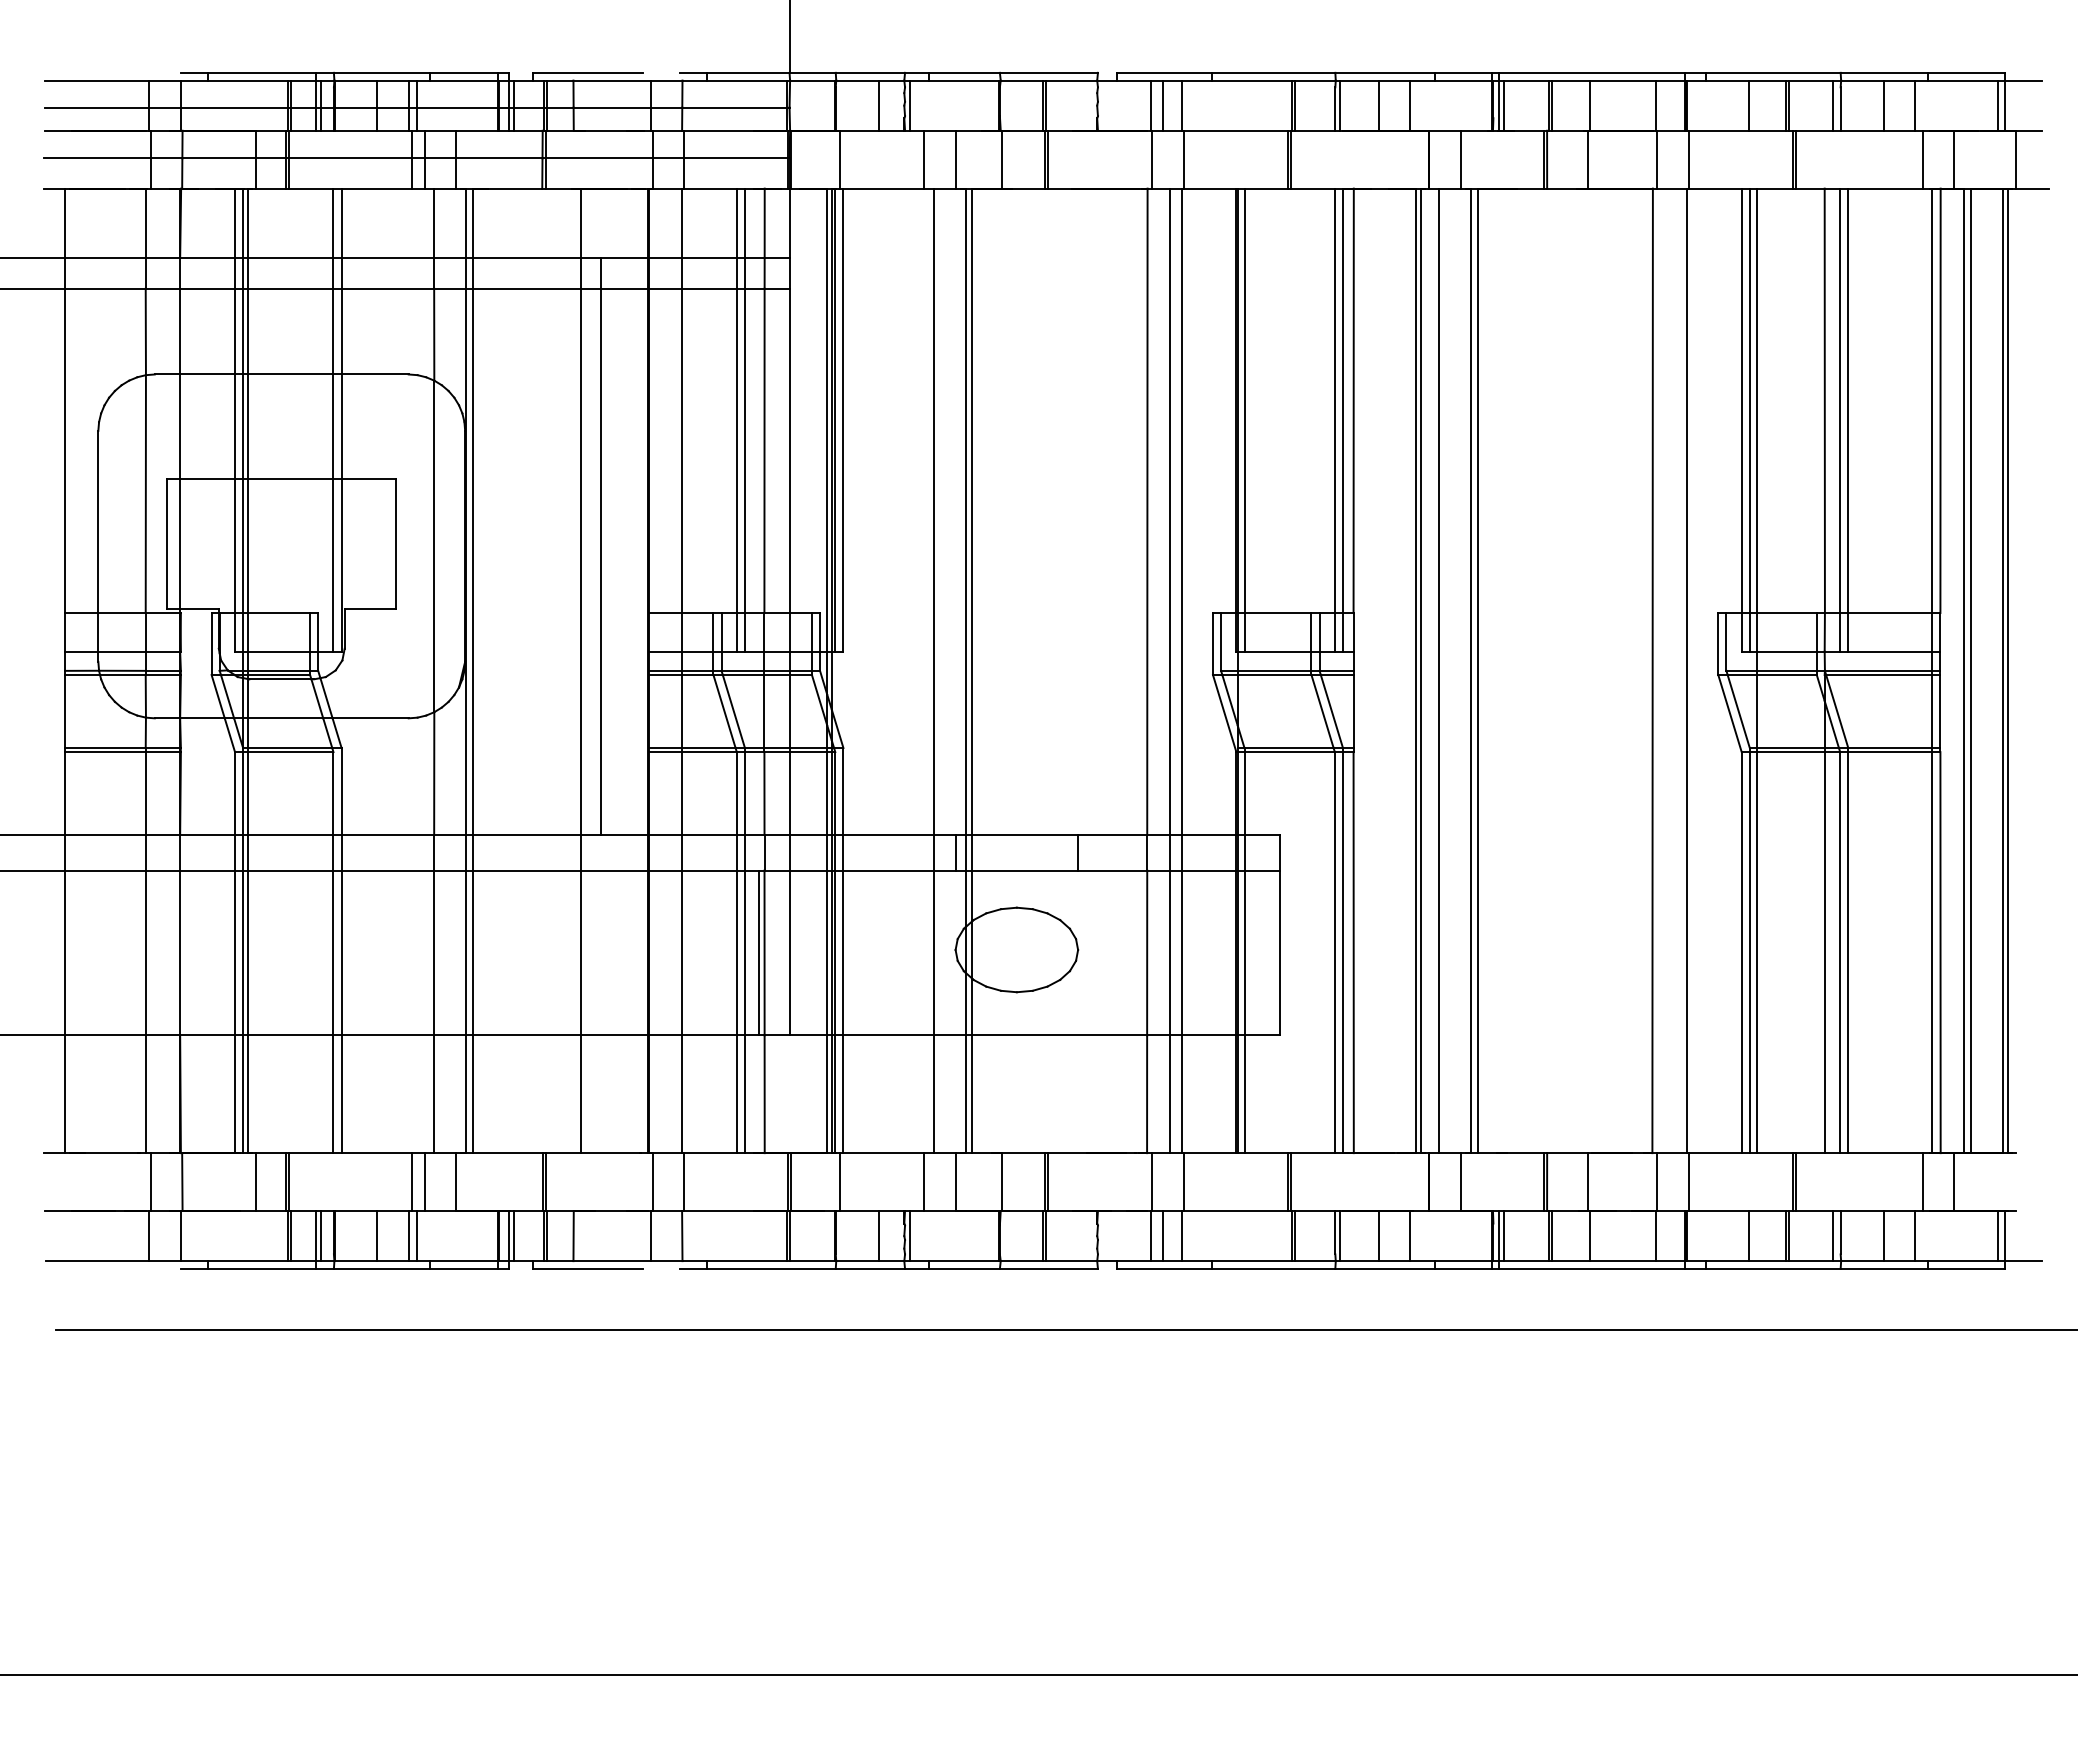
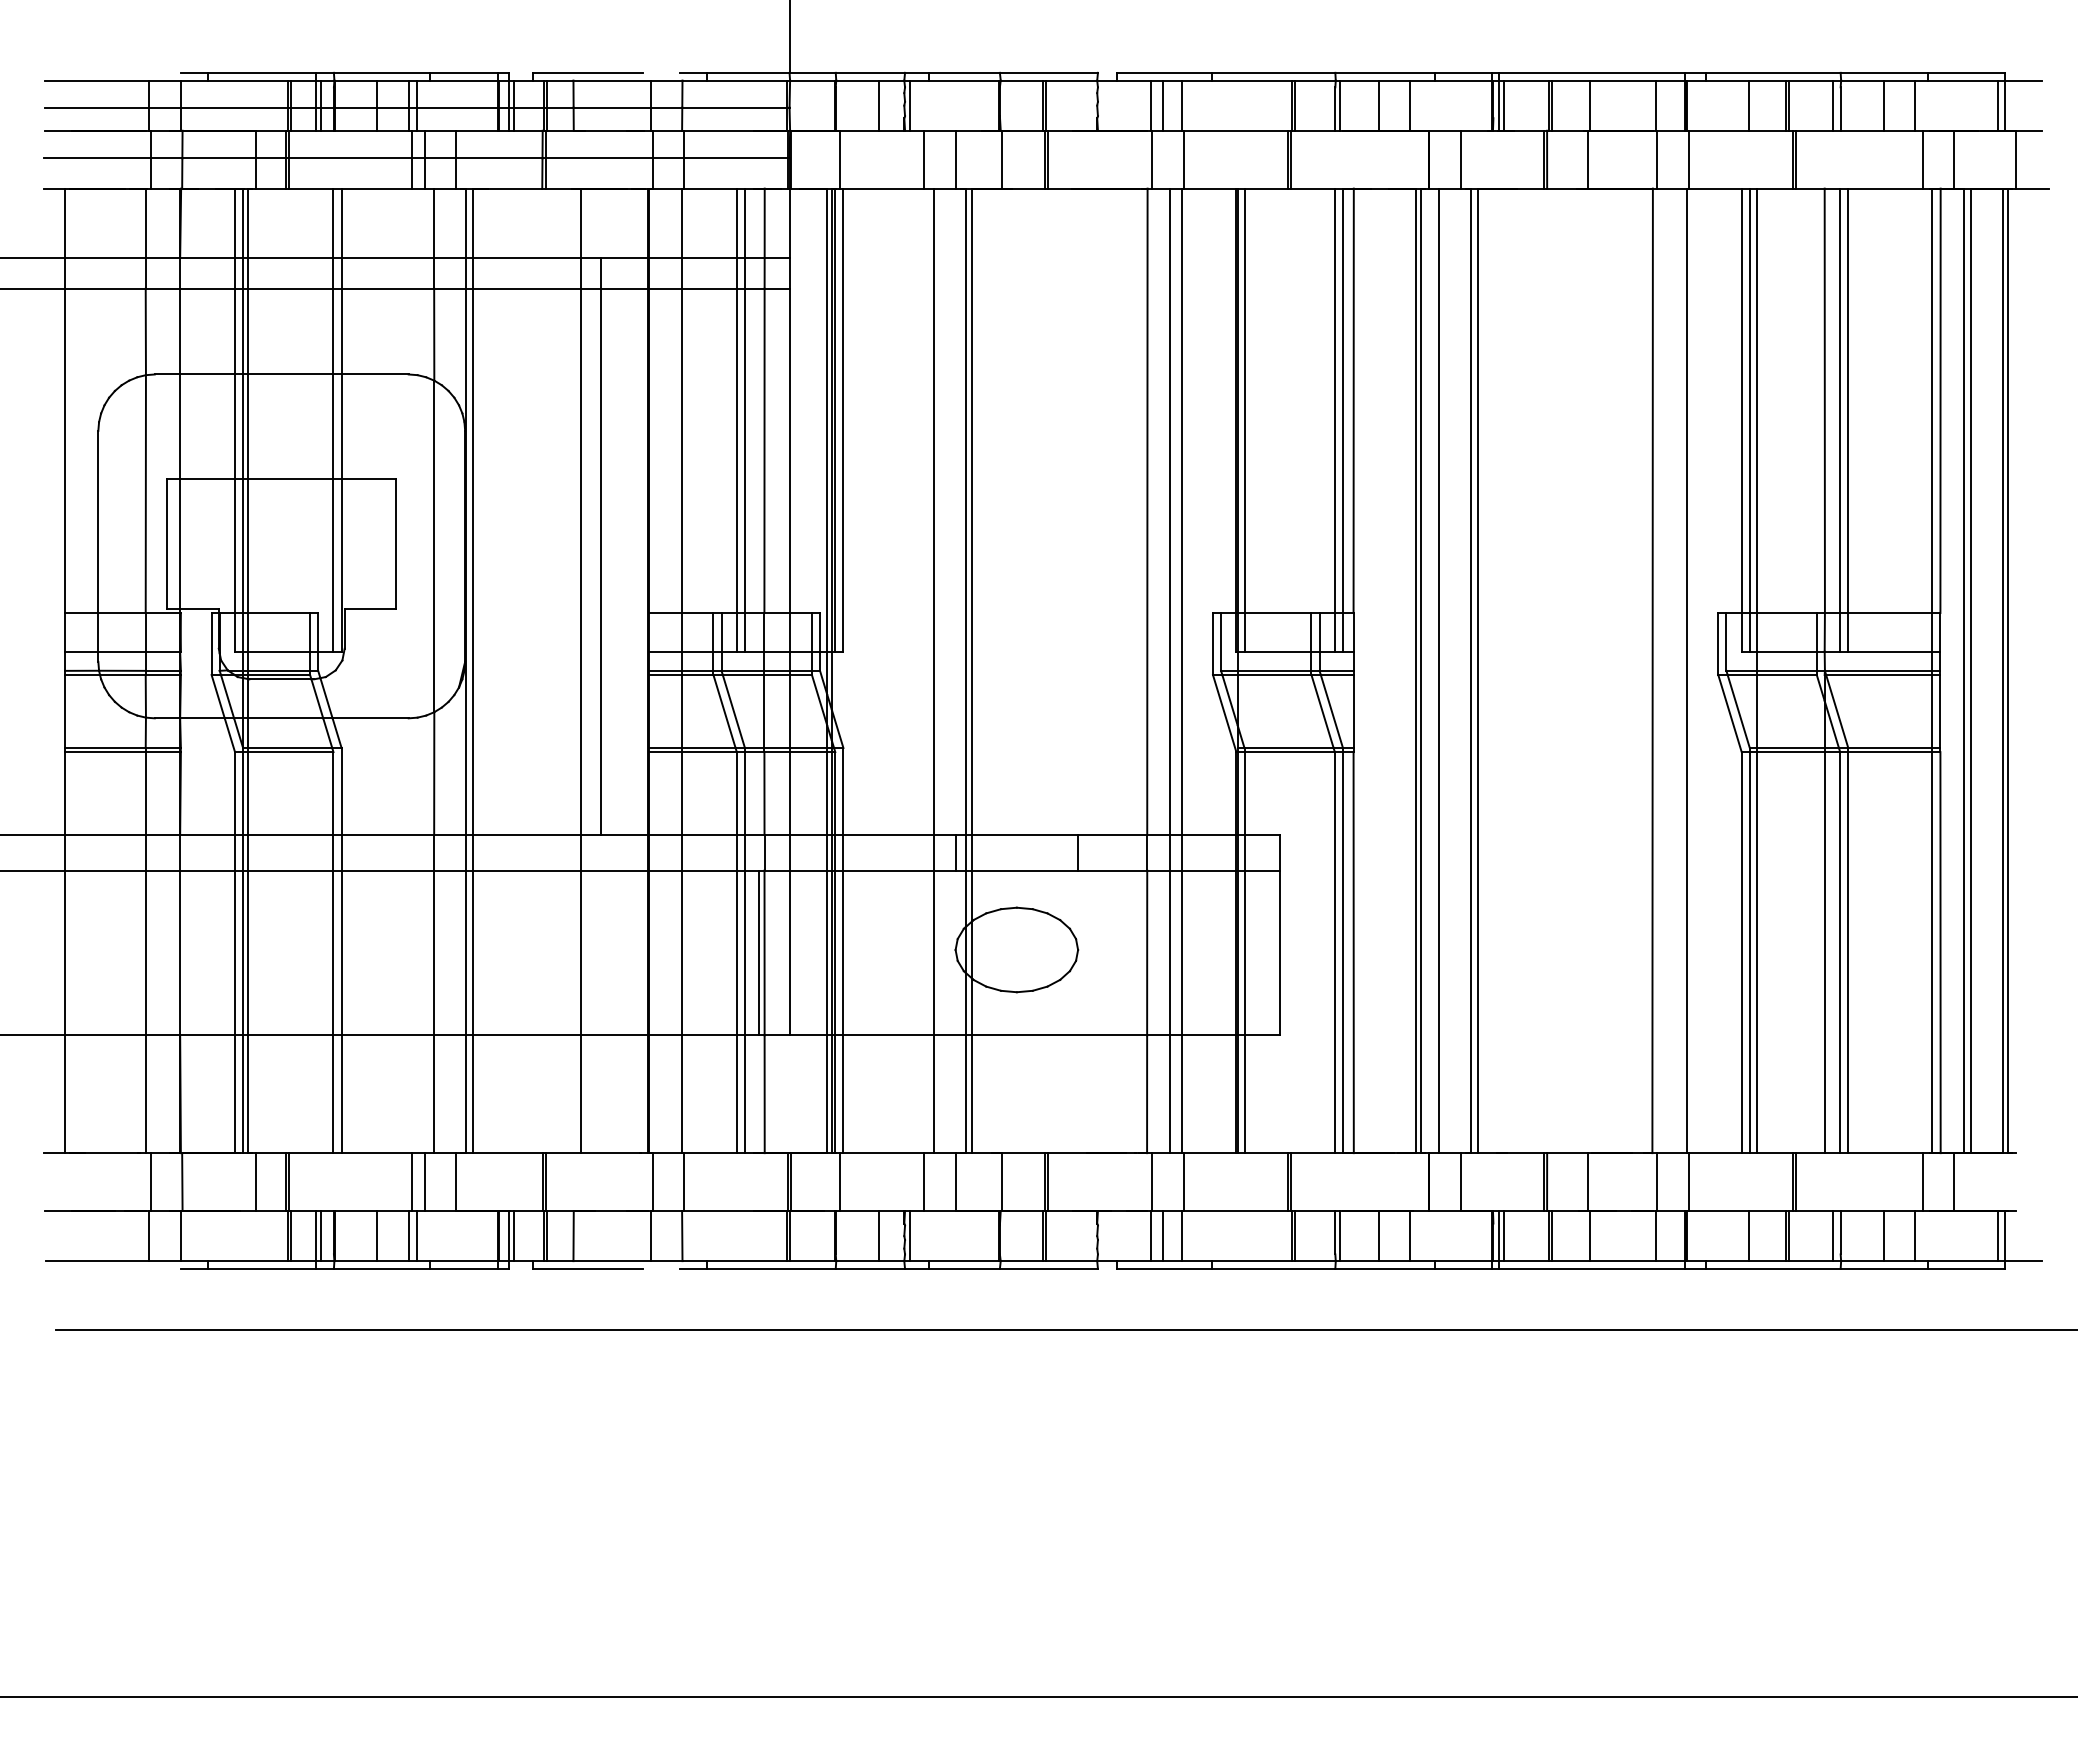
line at (1038, 1675) position: (1038, 1675) -> (1038, 1697)
